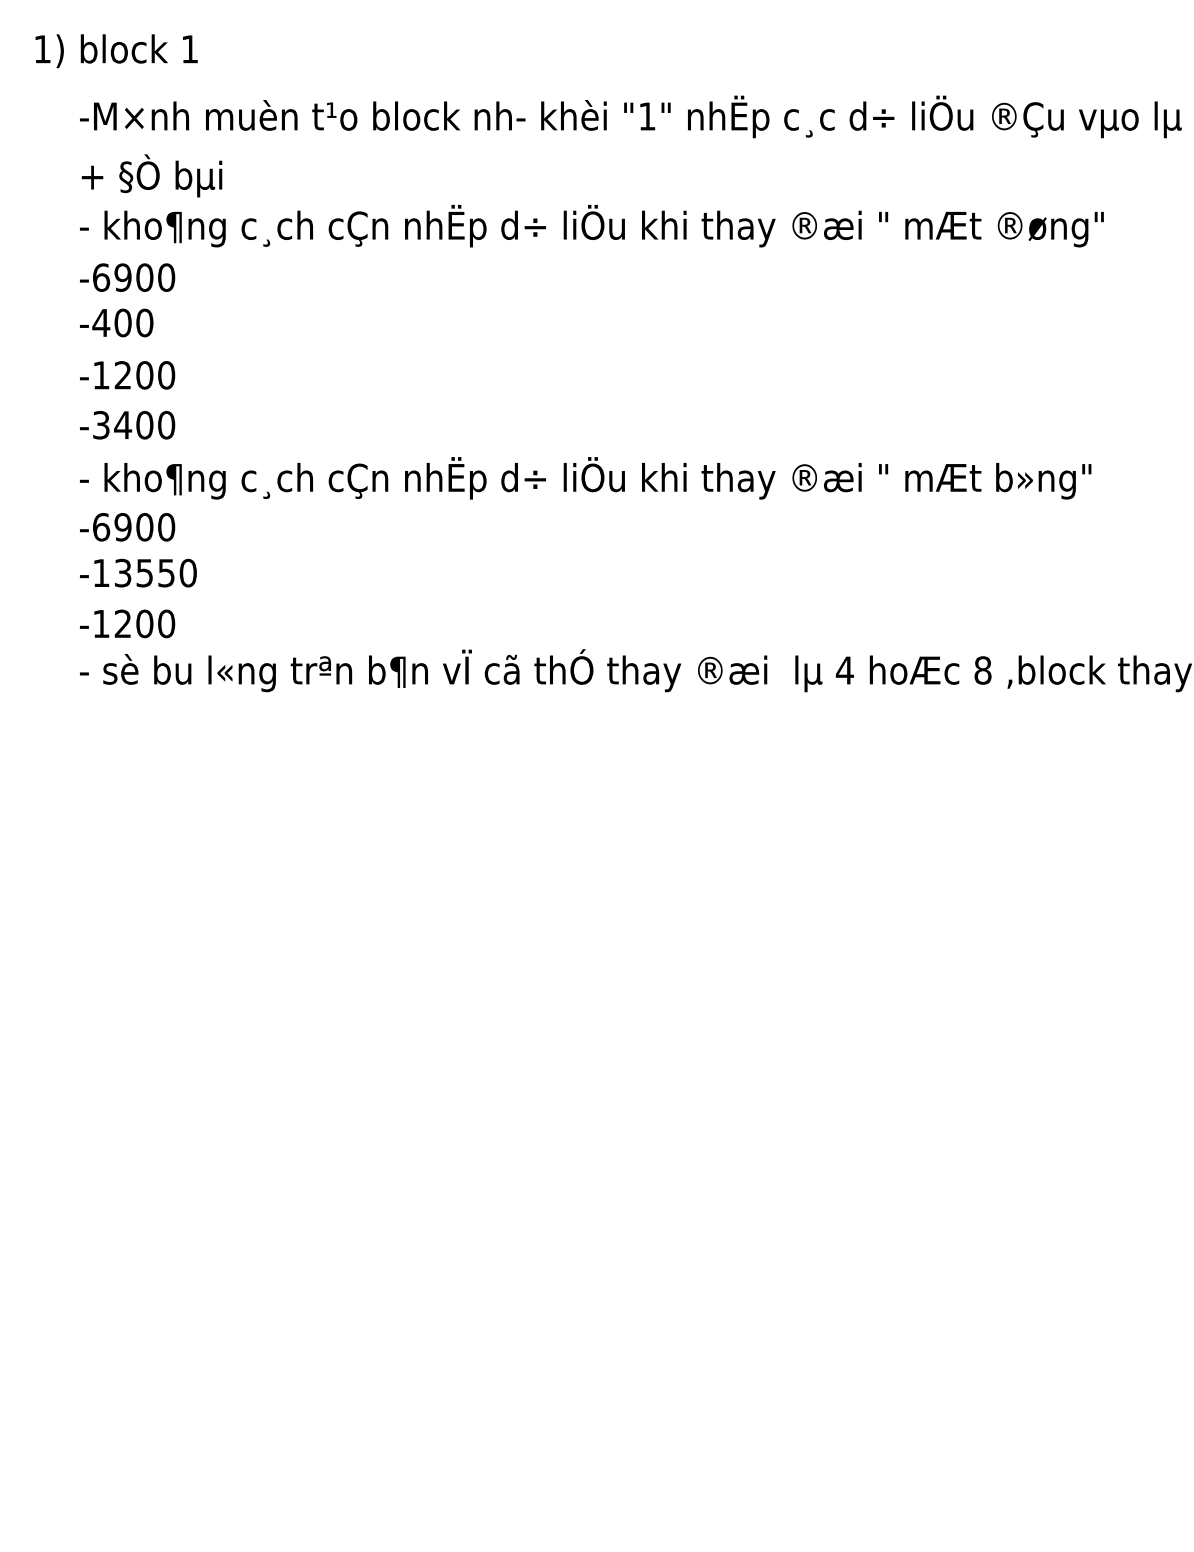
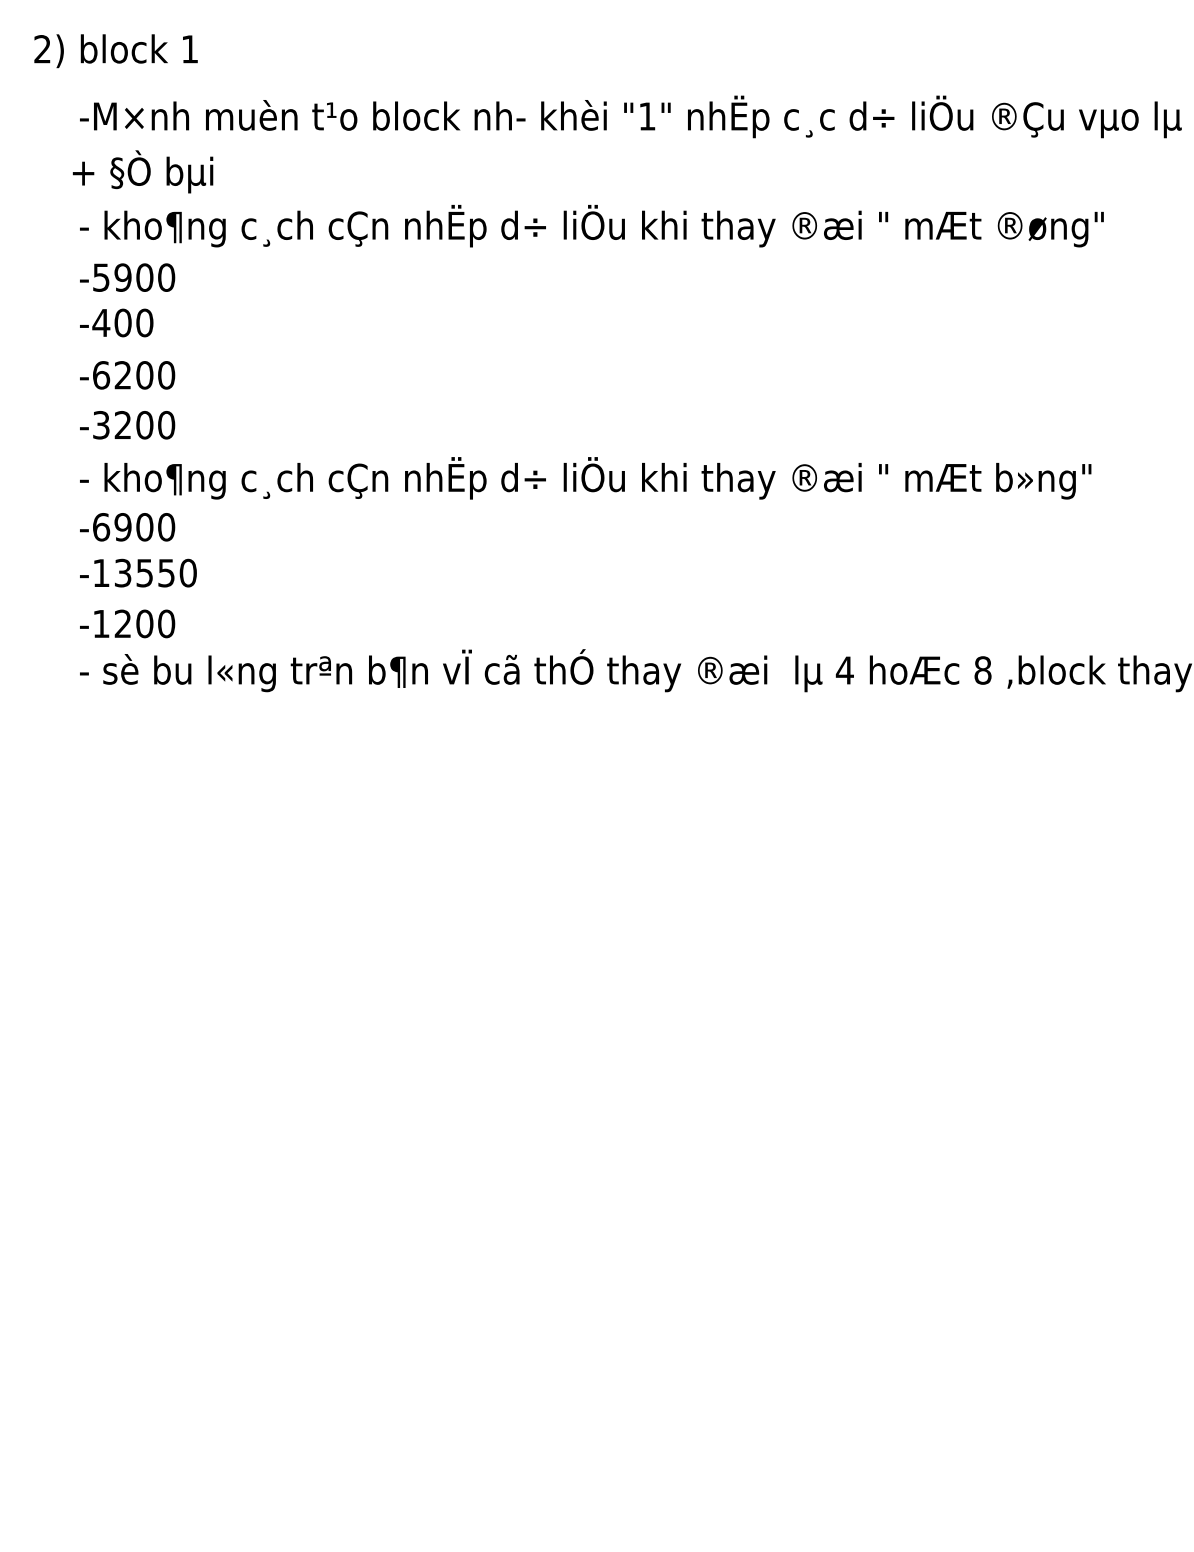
text at (42, 49): 1) -> 2)
text at (151, 175) position: (151, 175) -> (142, 171)
text at (101, 277): -6900 -> -5900
text at (101, 375): -1200 -> -6200
text at (123, 424): -3400 -> -3200
